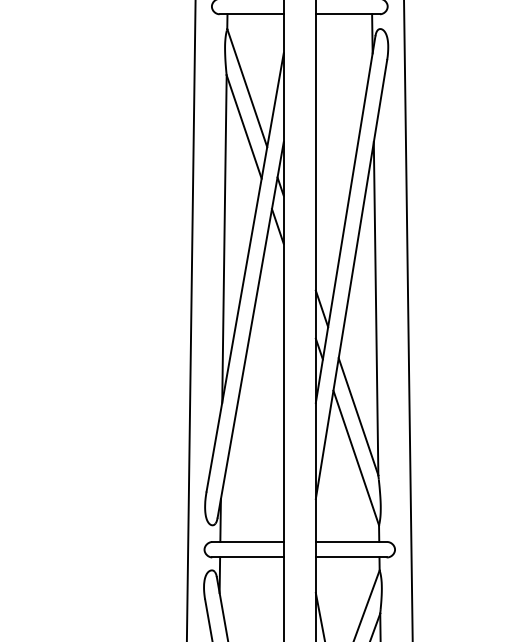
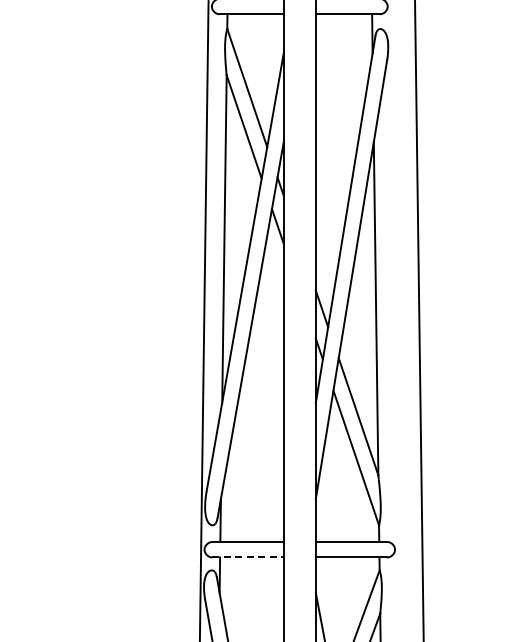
line at (190, 320) position: (190, 320) -> (203, 320)
line at (408, 320) position: (408, 320) -> (419, 320)
line at (247, 557): solid -> dashed
